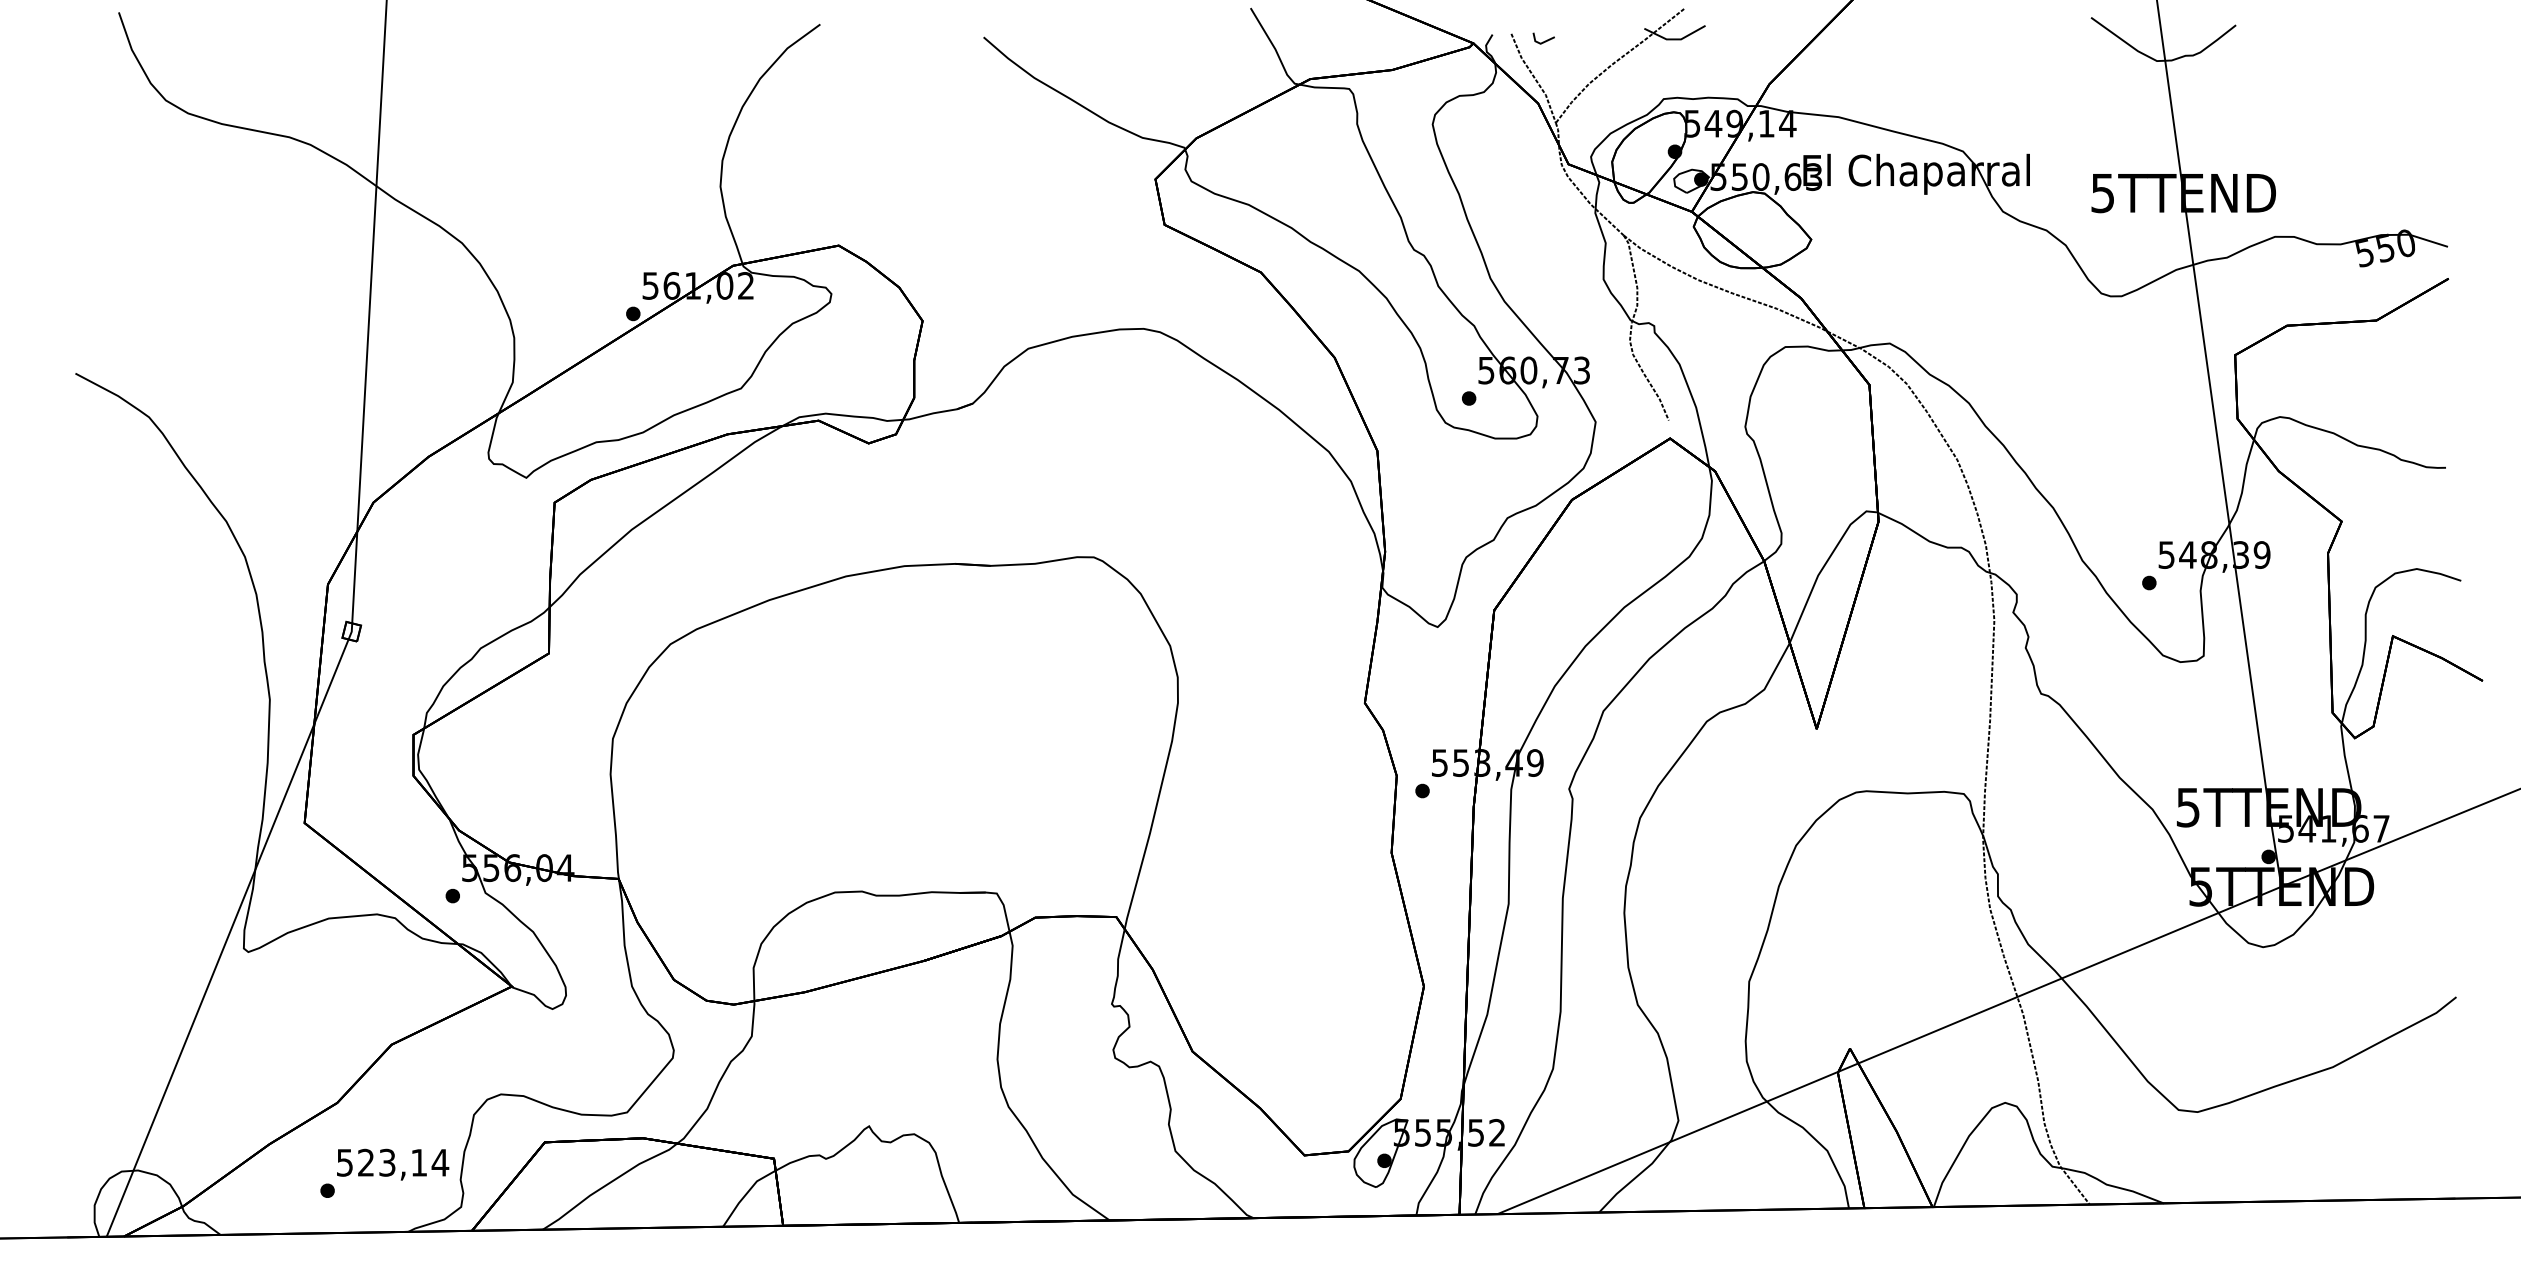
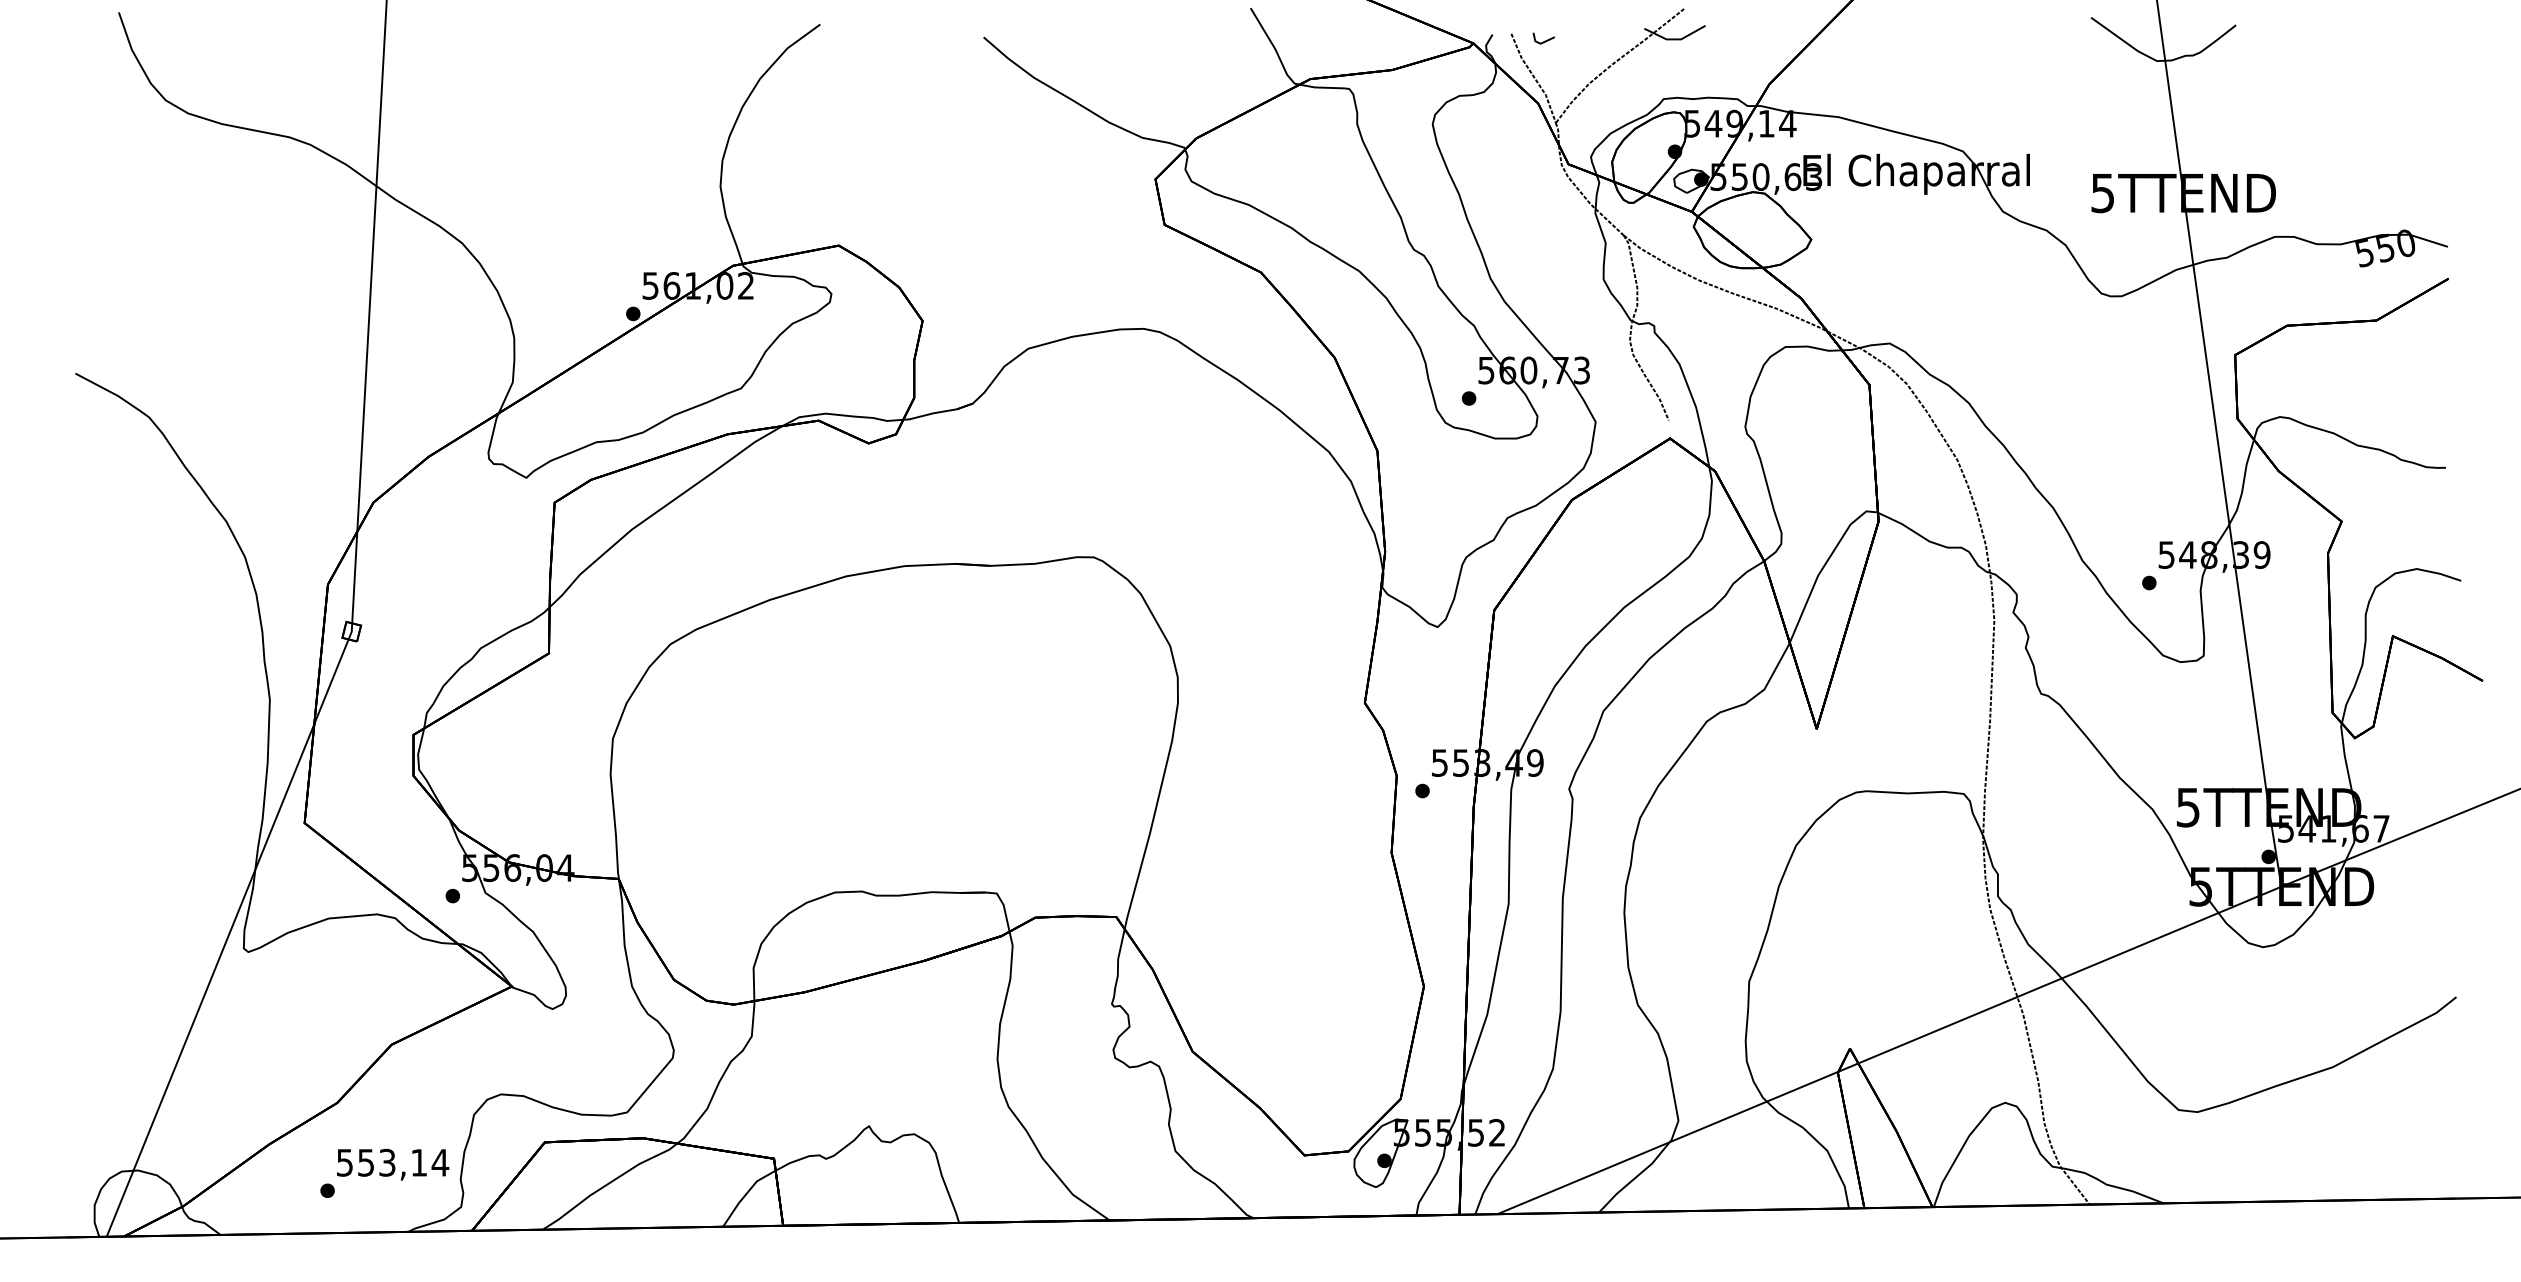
text at (365, 1162): 523,14 -> 553,14
